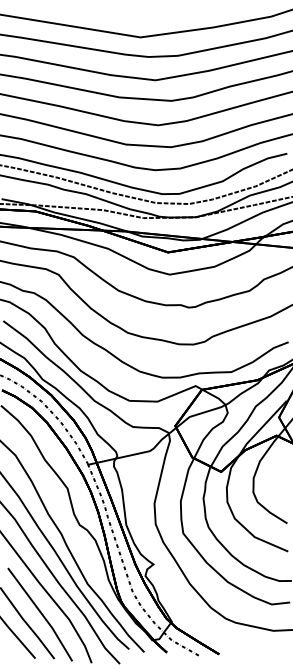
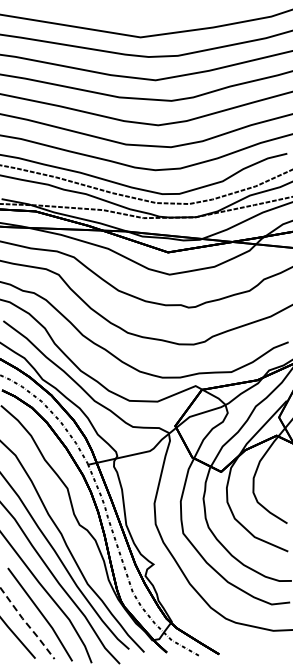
line at (26, 623): solid -> dashed
